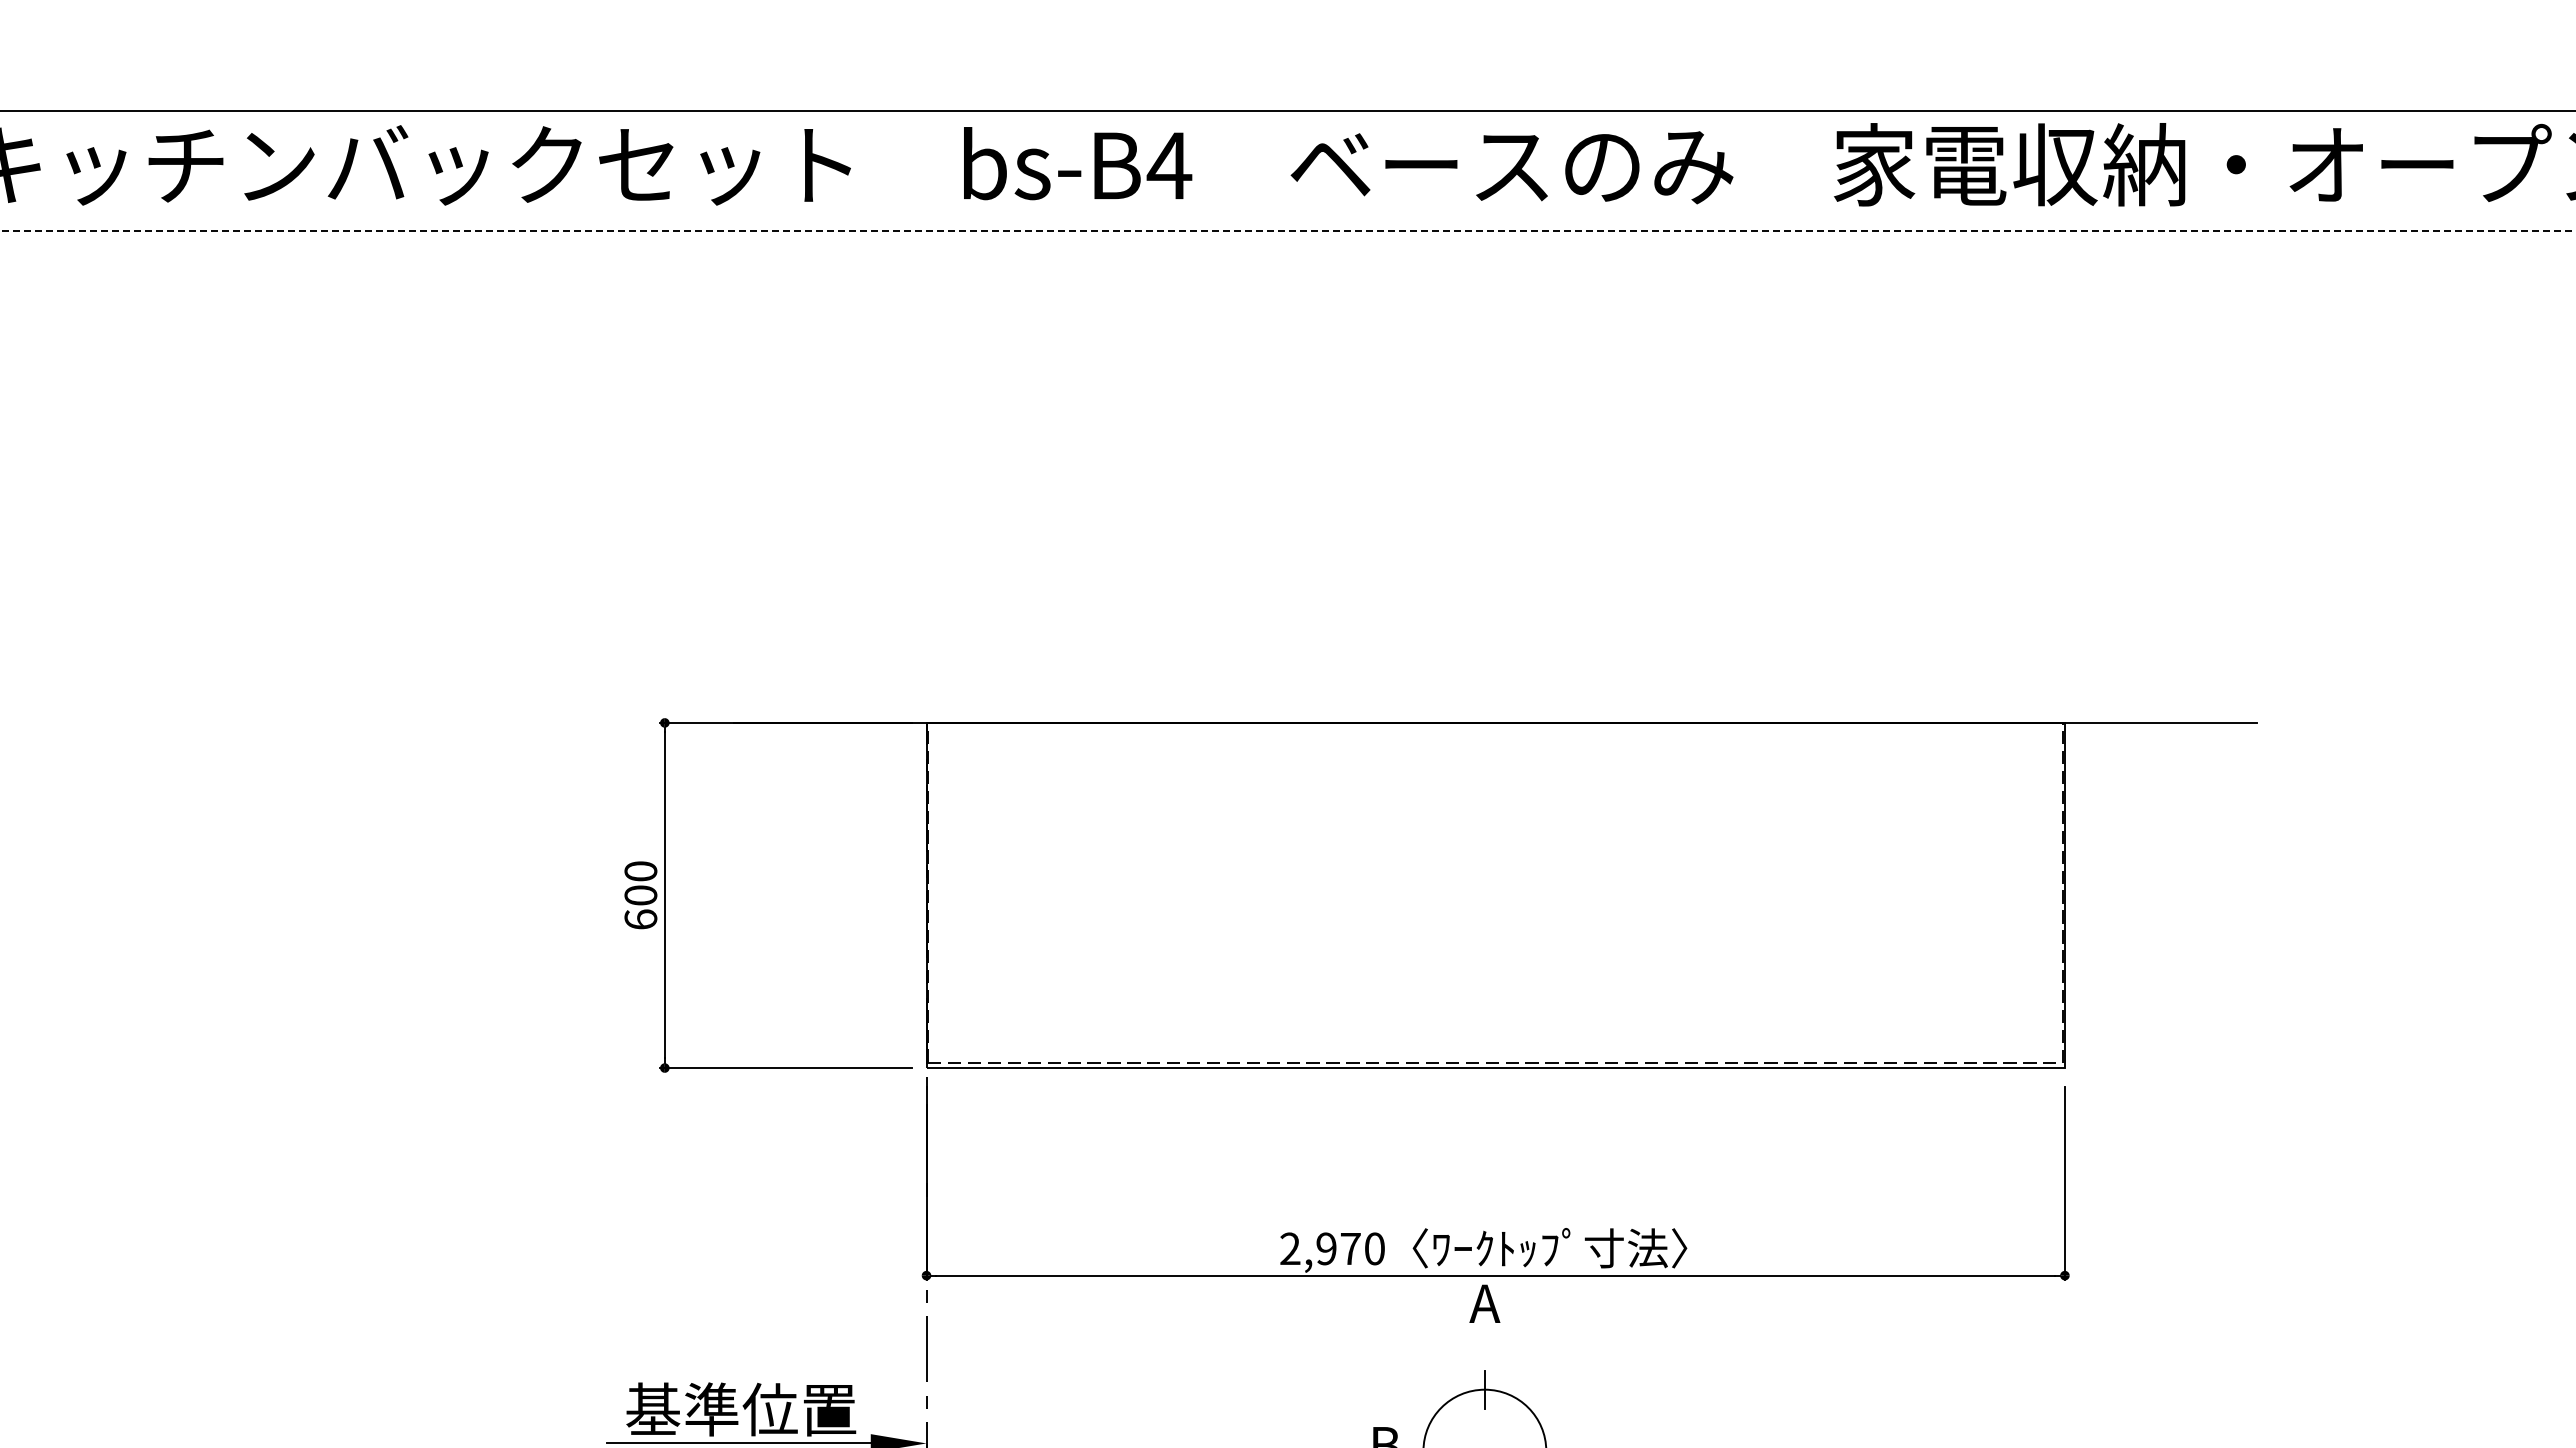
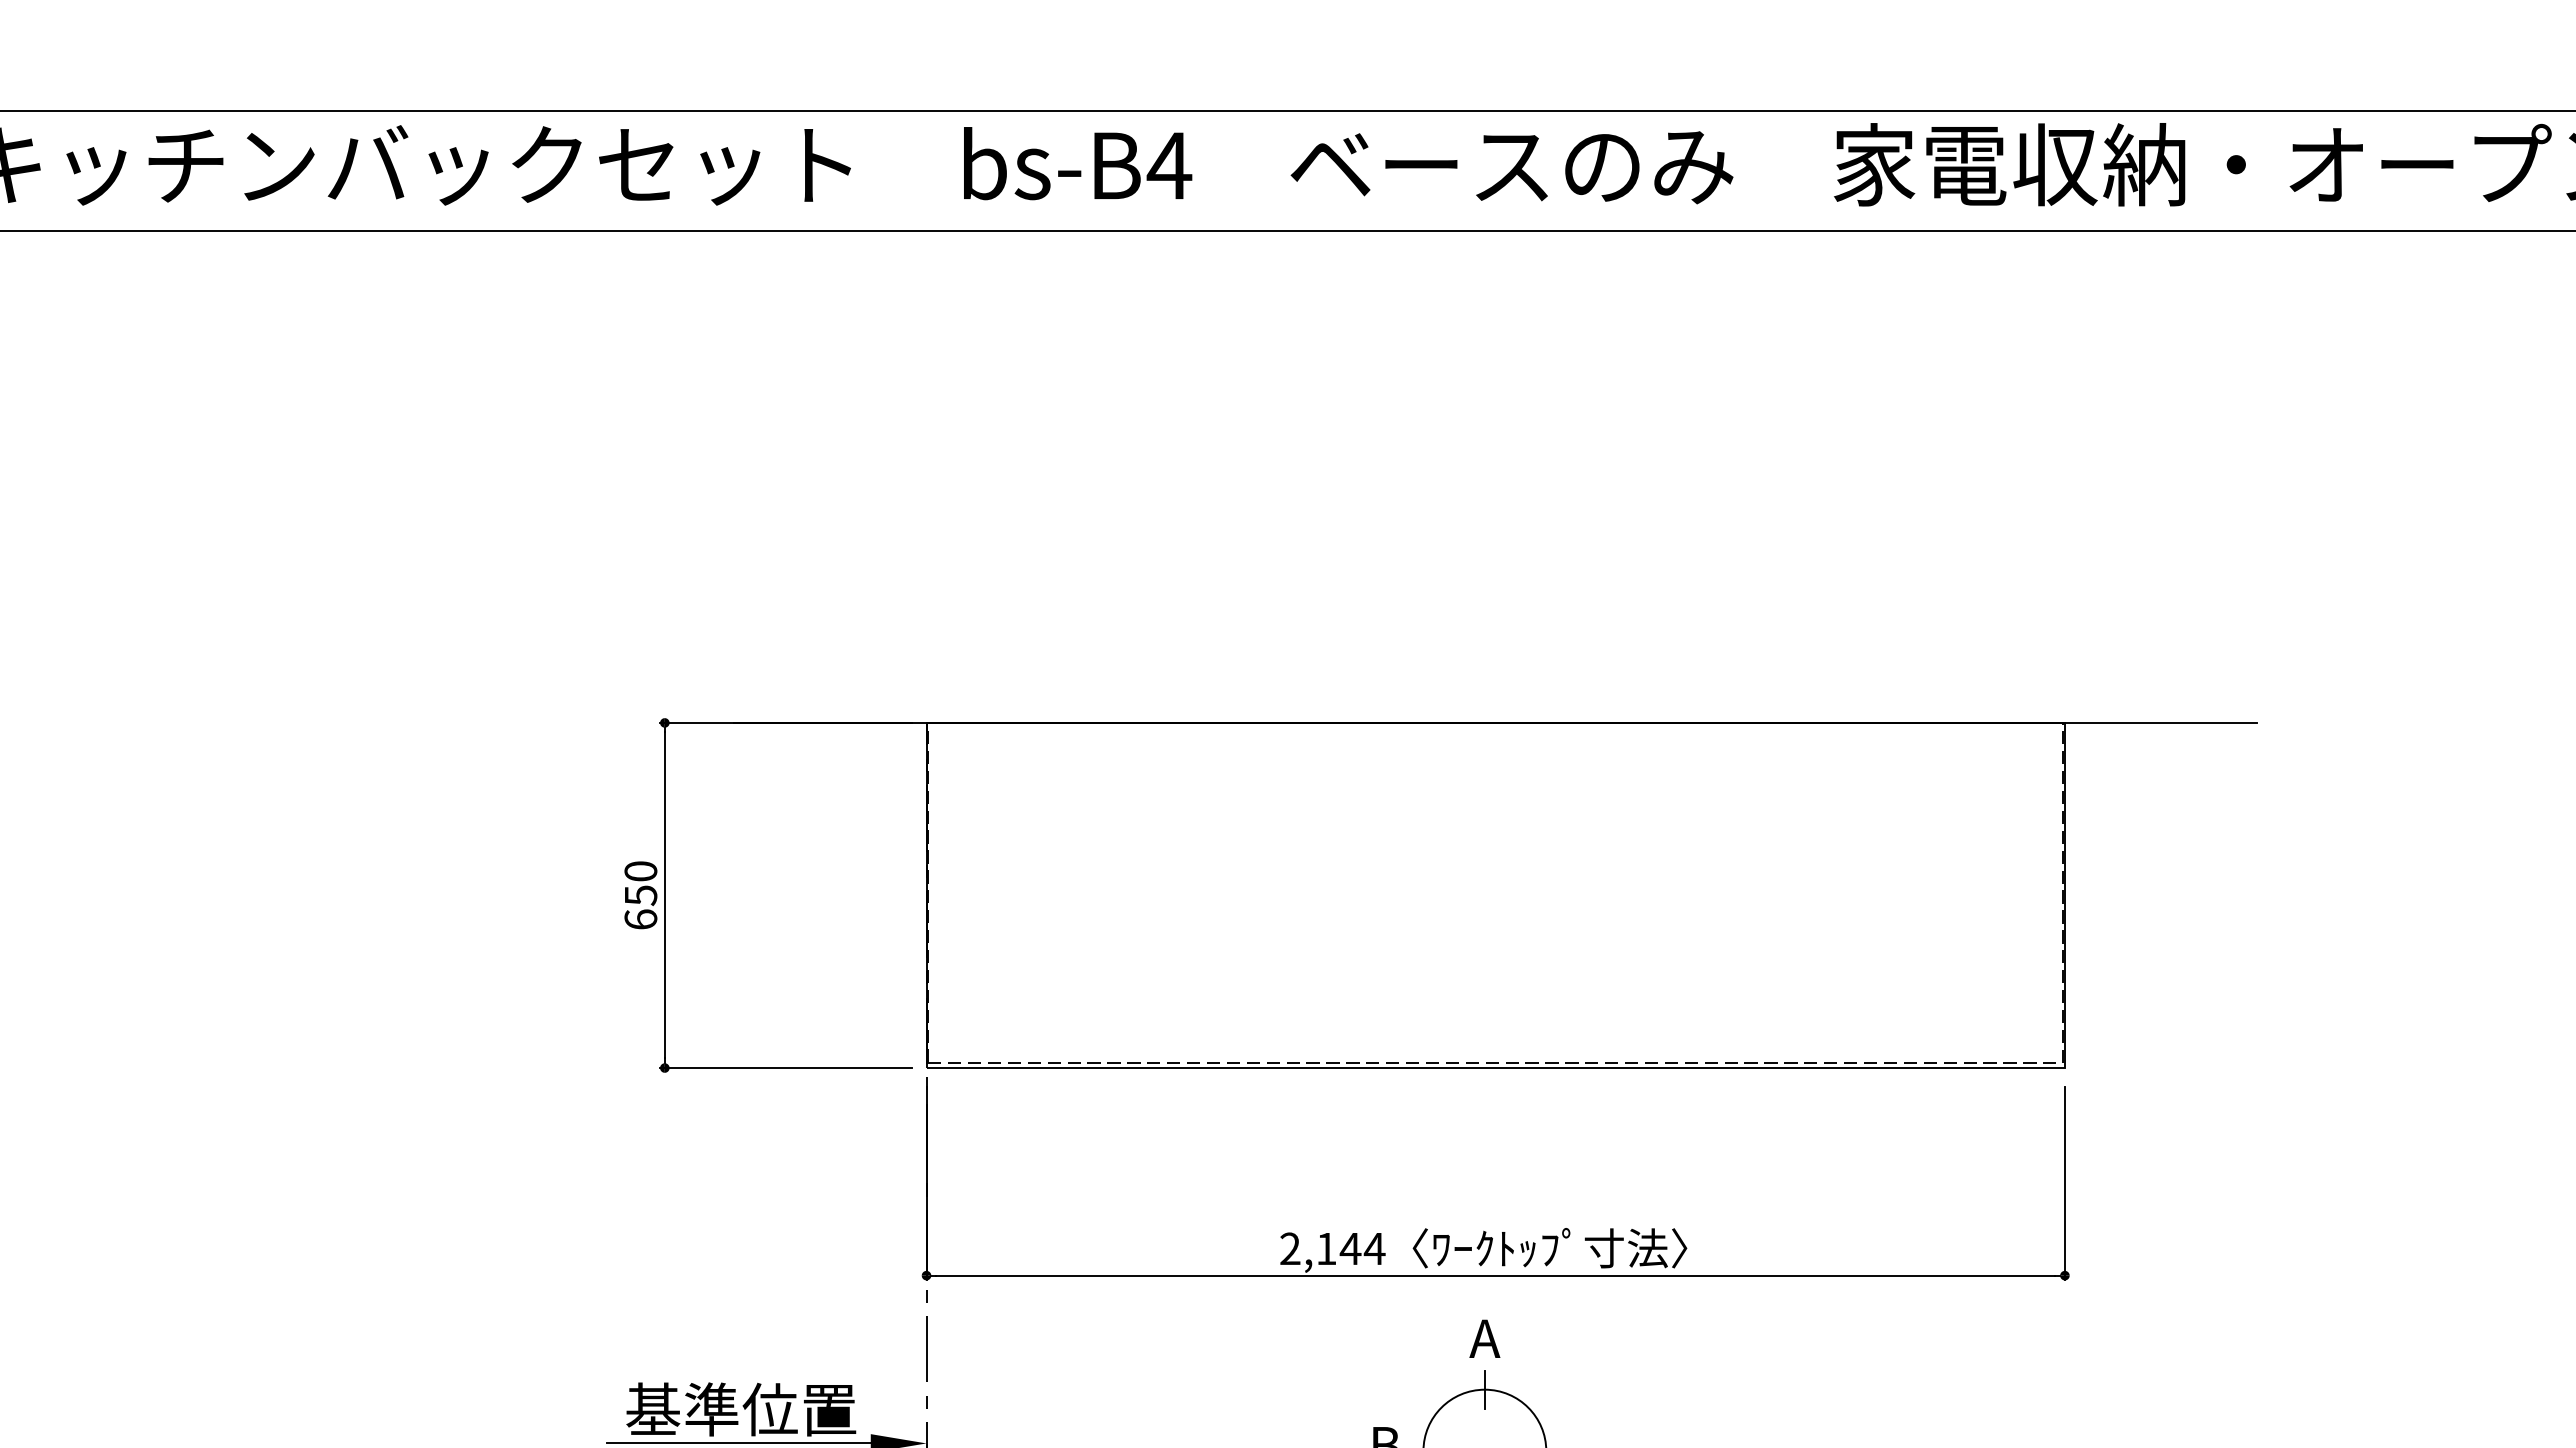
line at (1288, 230): dashed -> solid
text at (640, 895): 600 -> 650
text at (1350, 1248): 2,970 -> 2,144
text at (1484, 1303) position: (1484, 1303) -> (1484, 1338)
